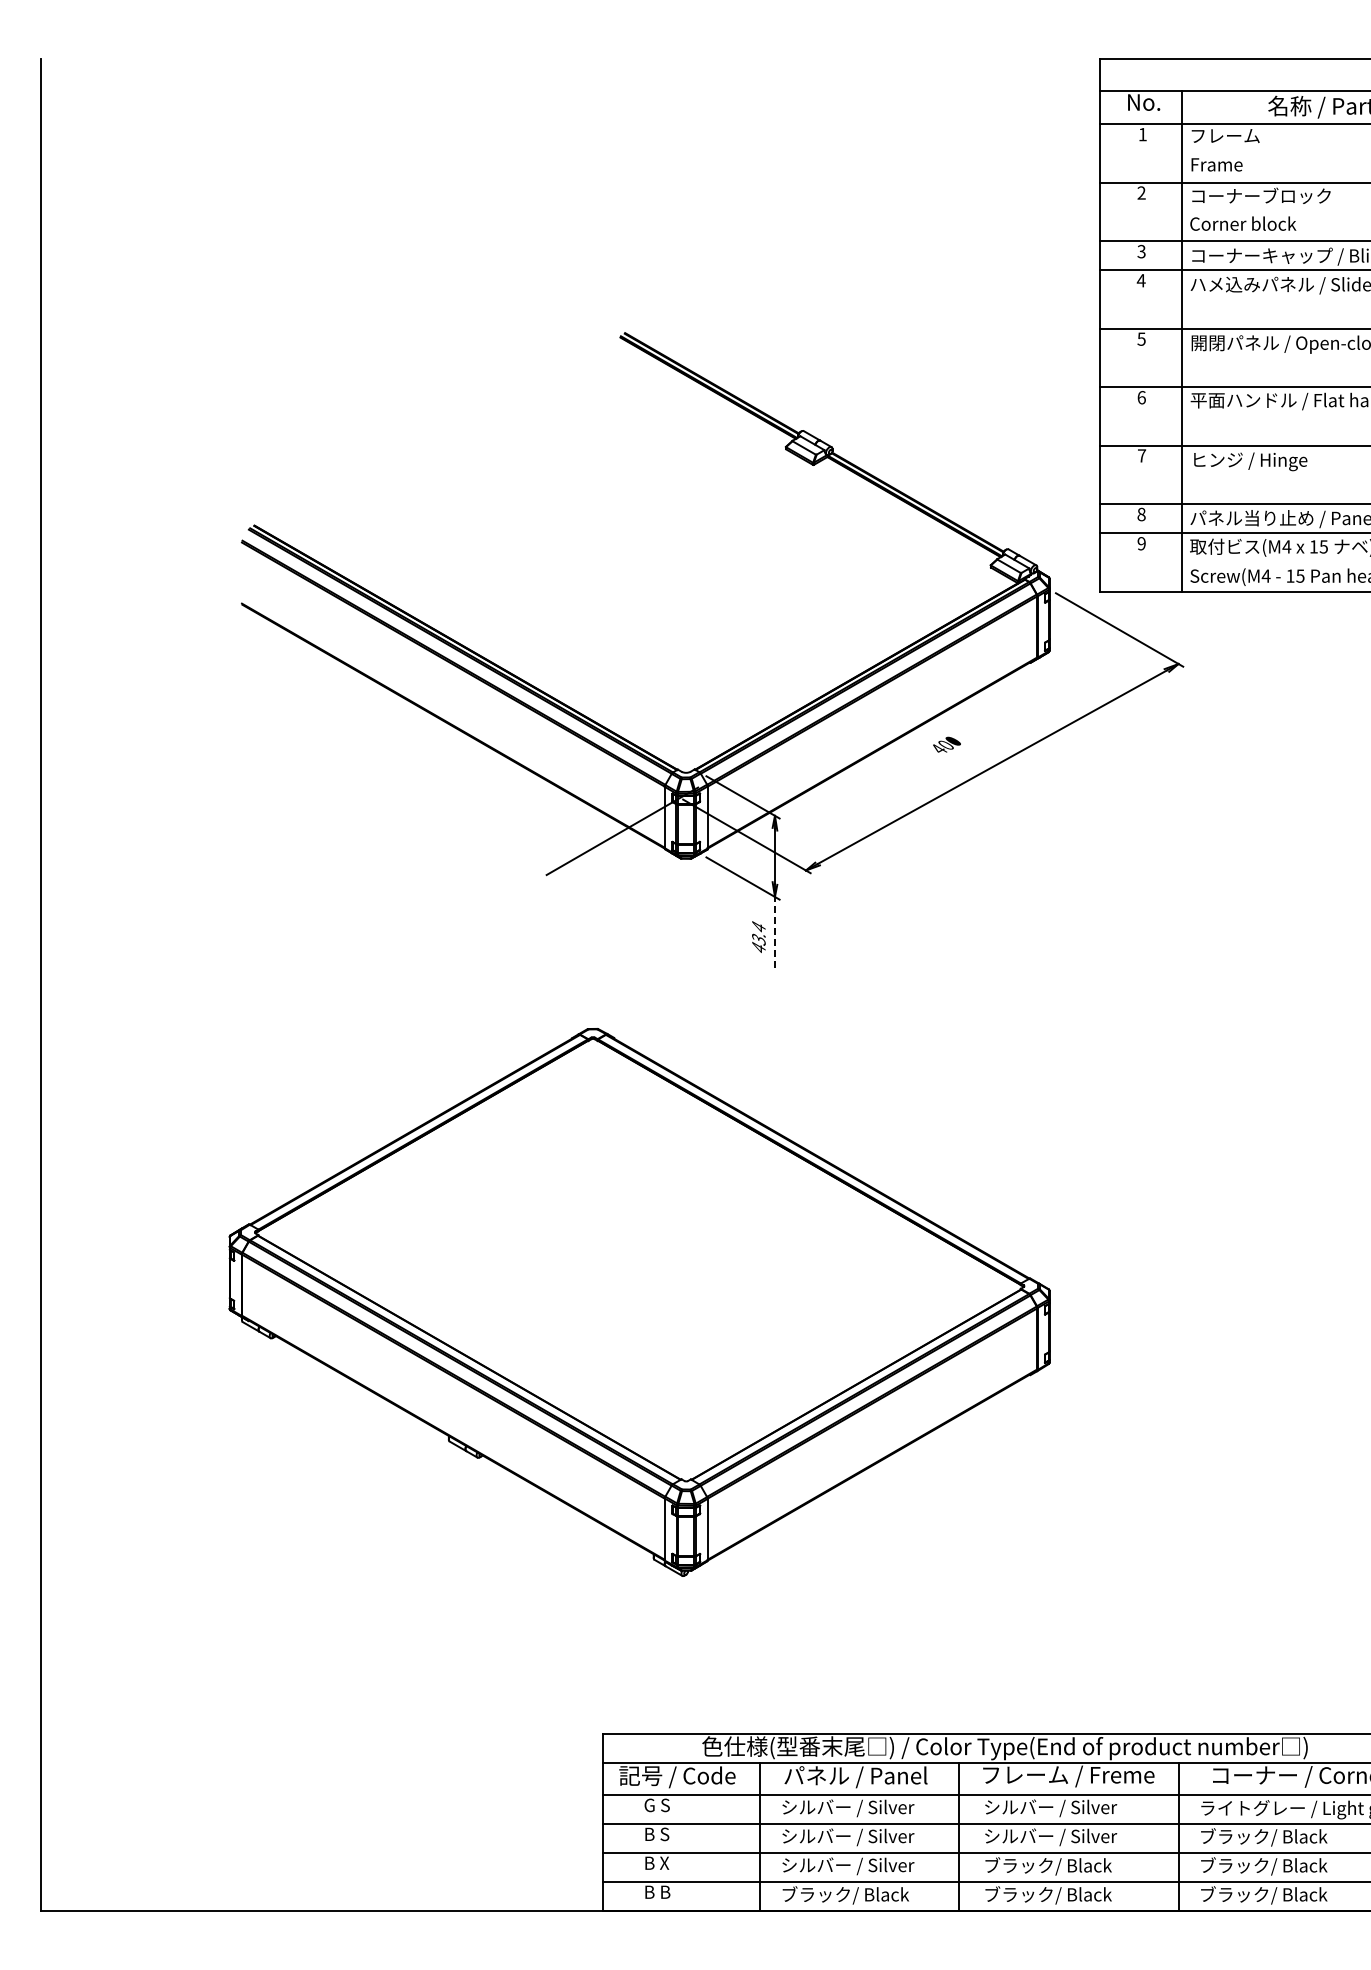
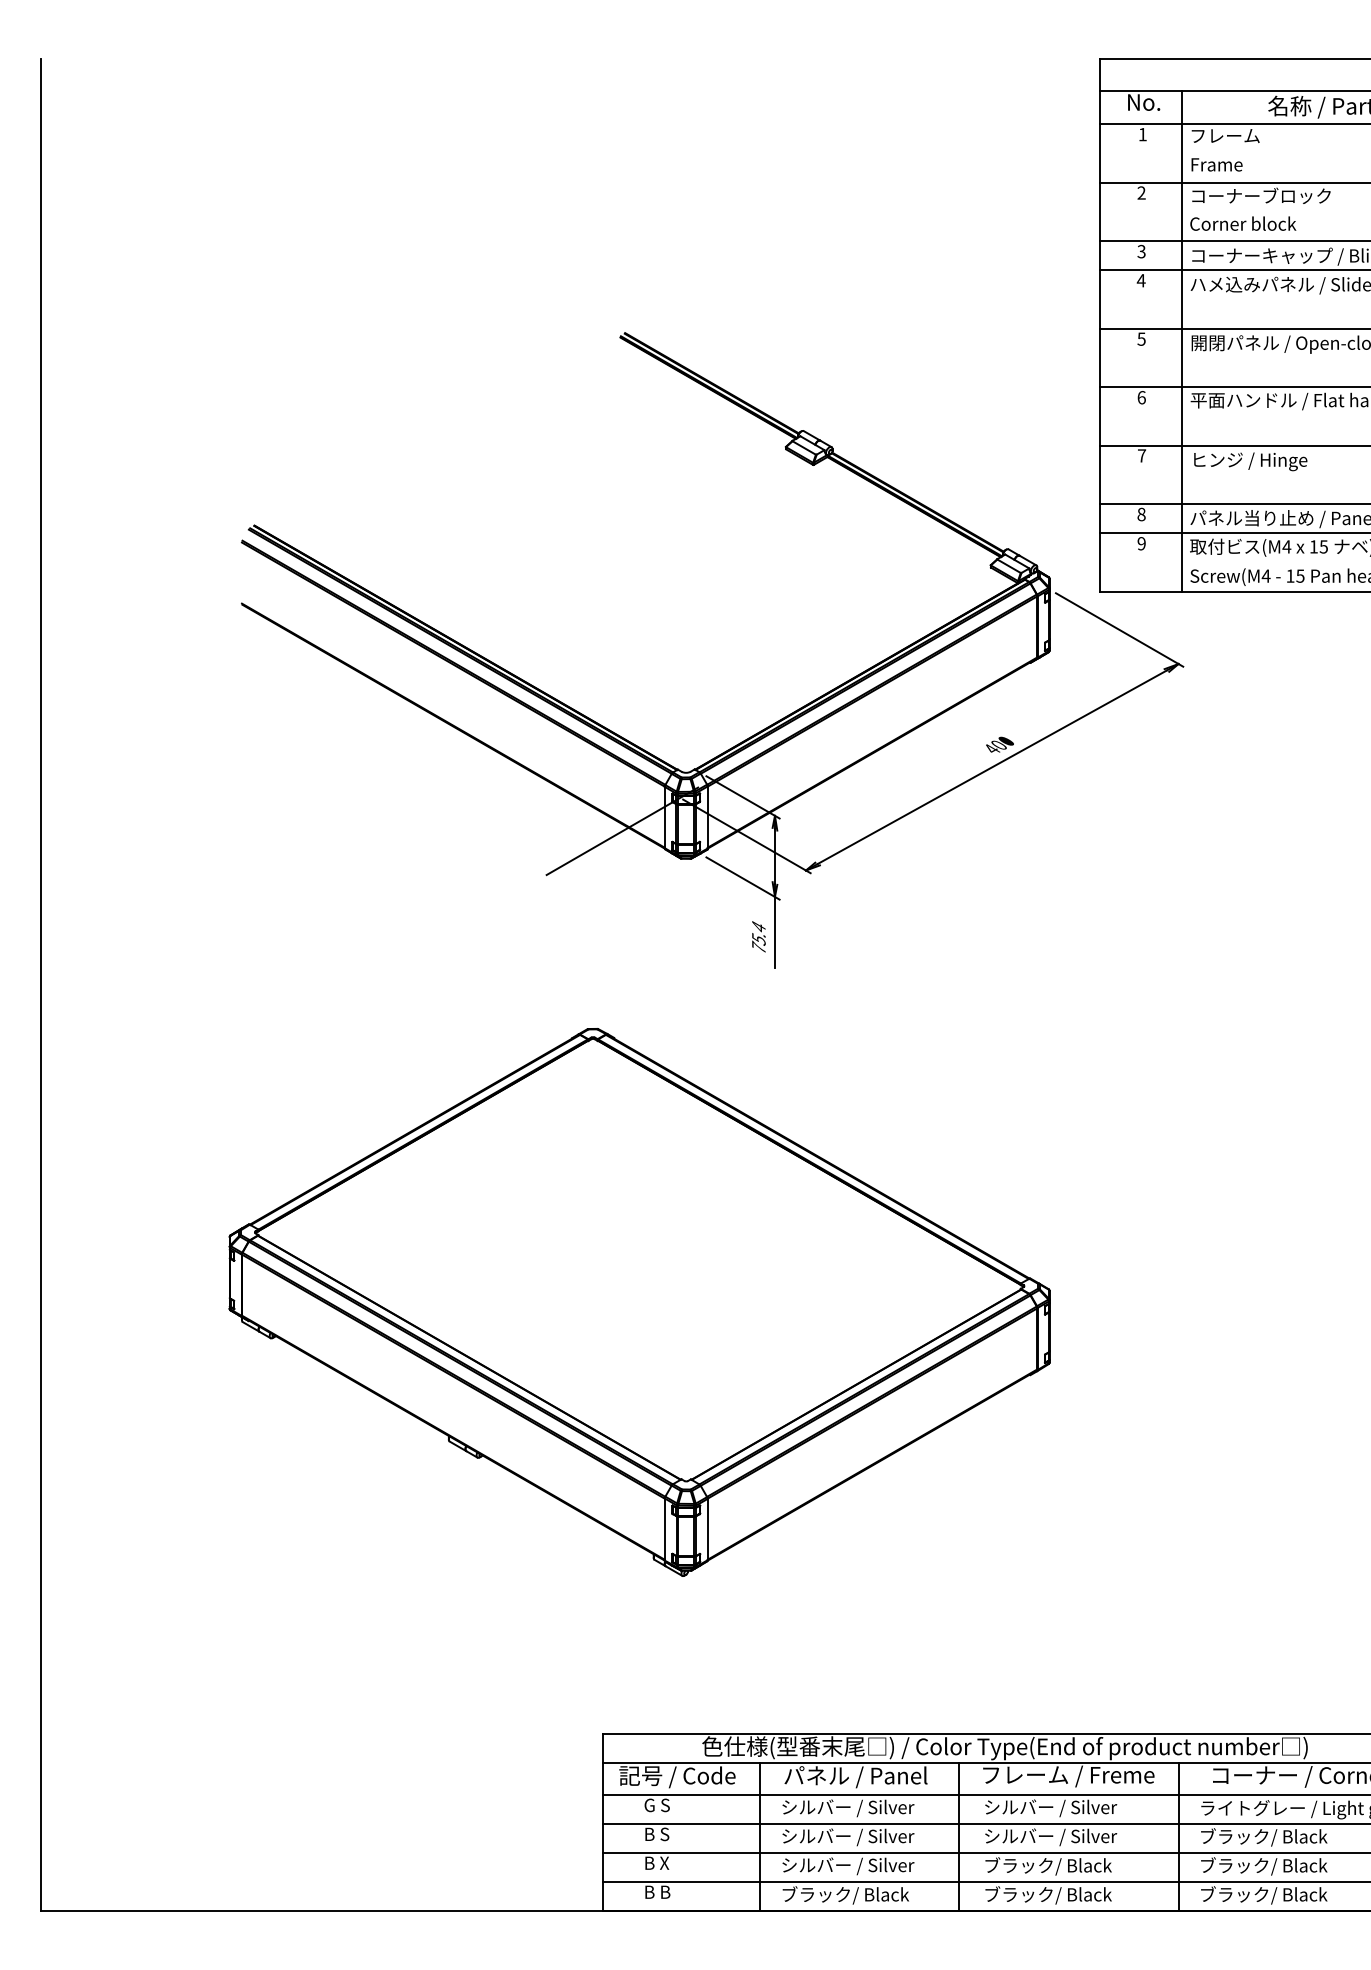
text at (946, 744) position: (946, 744) -> (999, 744)
line at (774, 932): dashed -> solid
text at (758, 943): 43.4 -> 75.4
